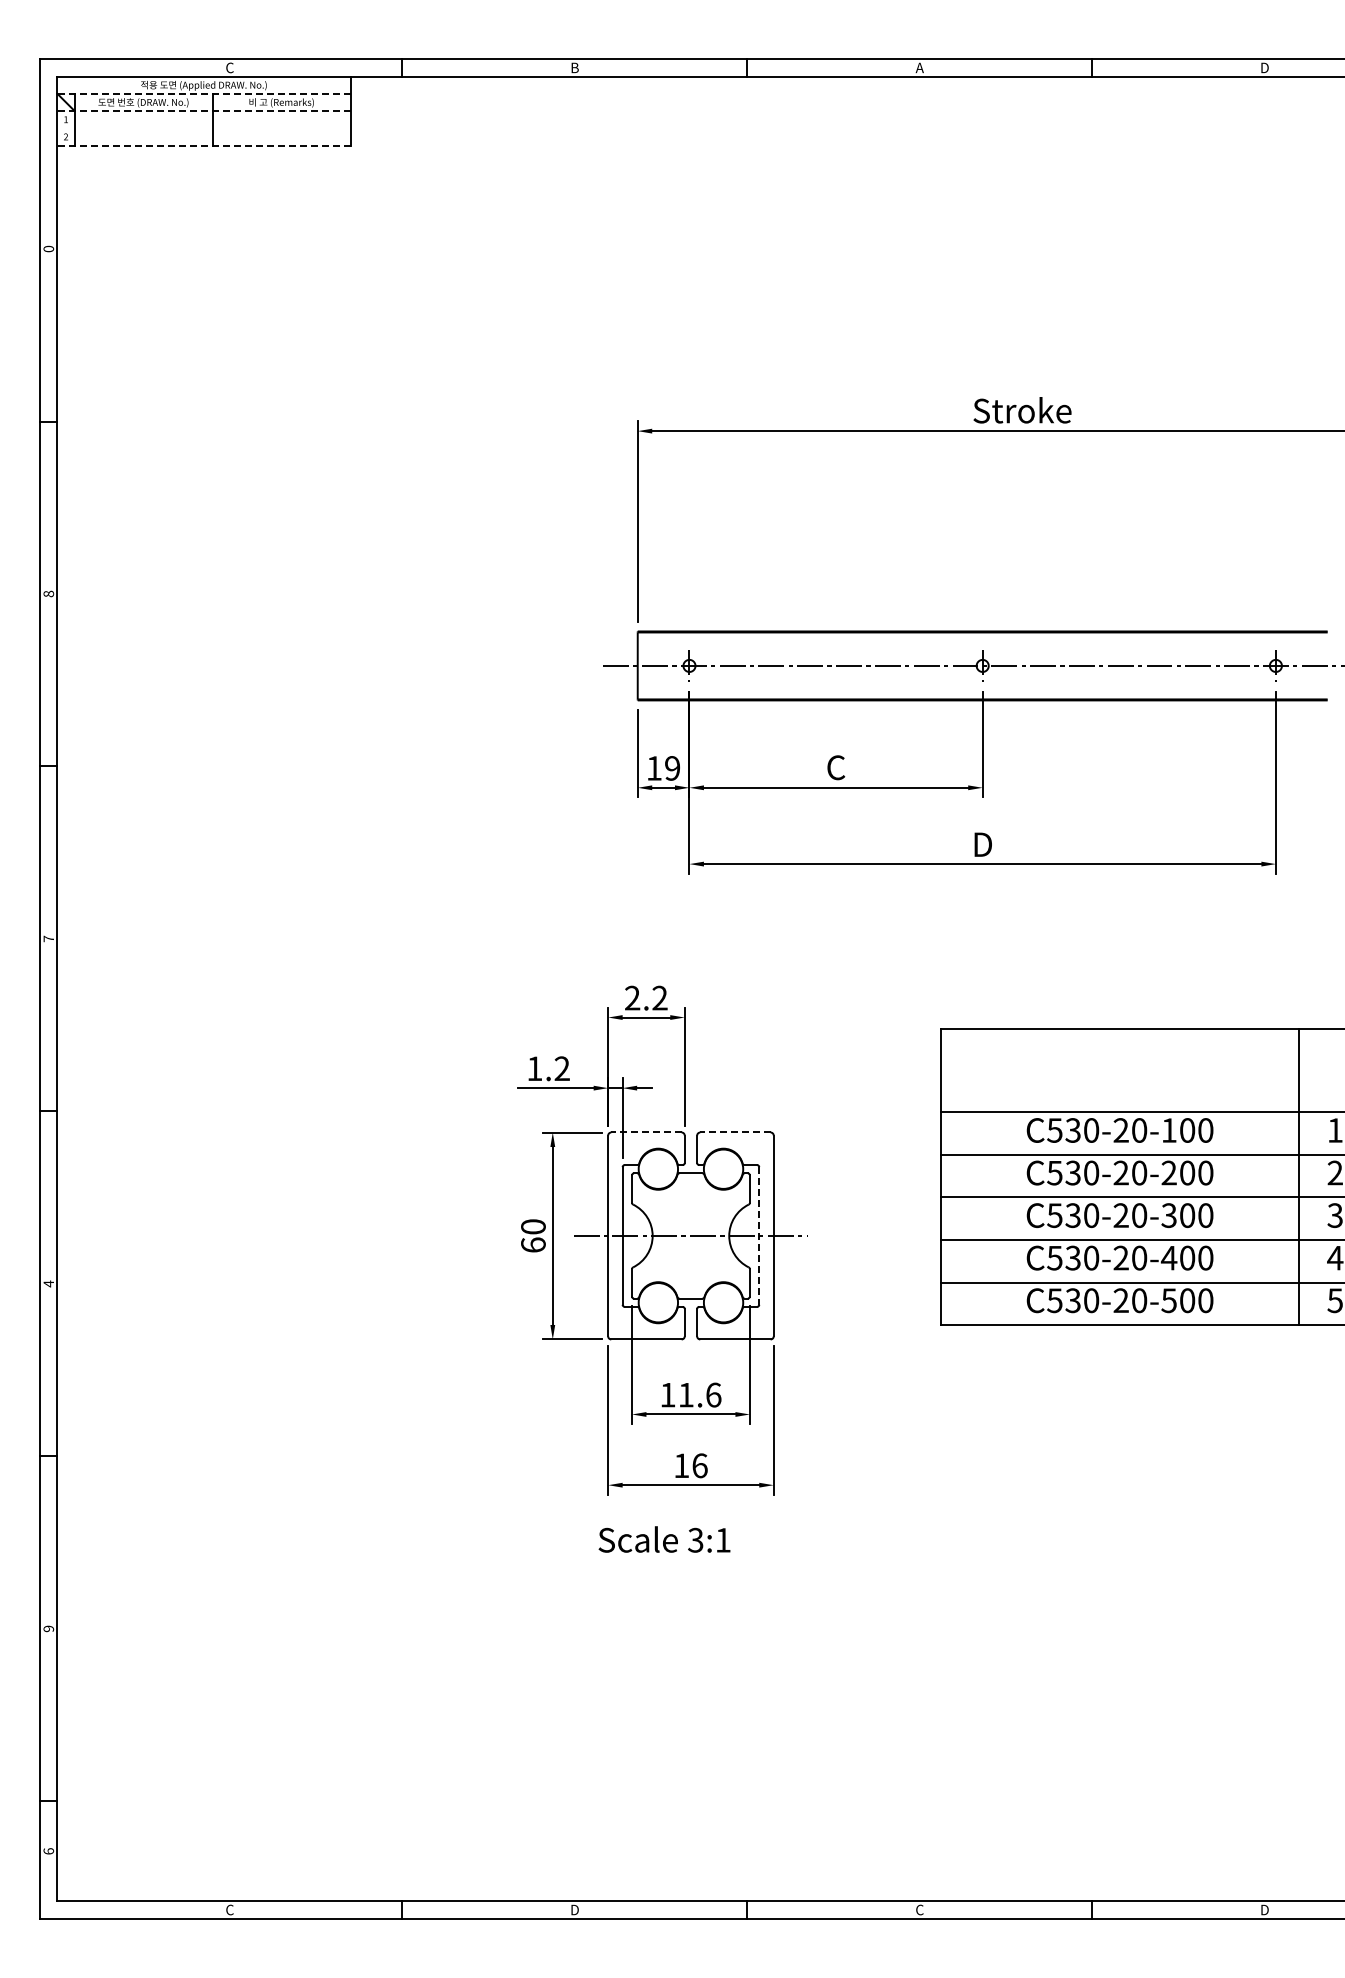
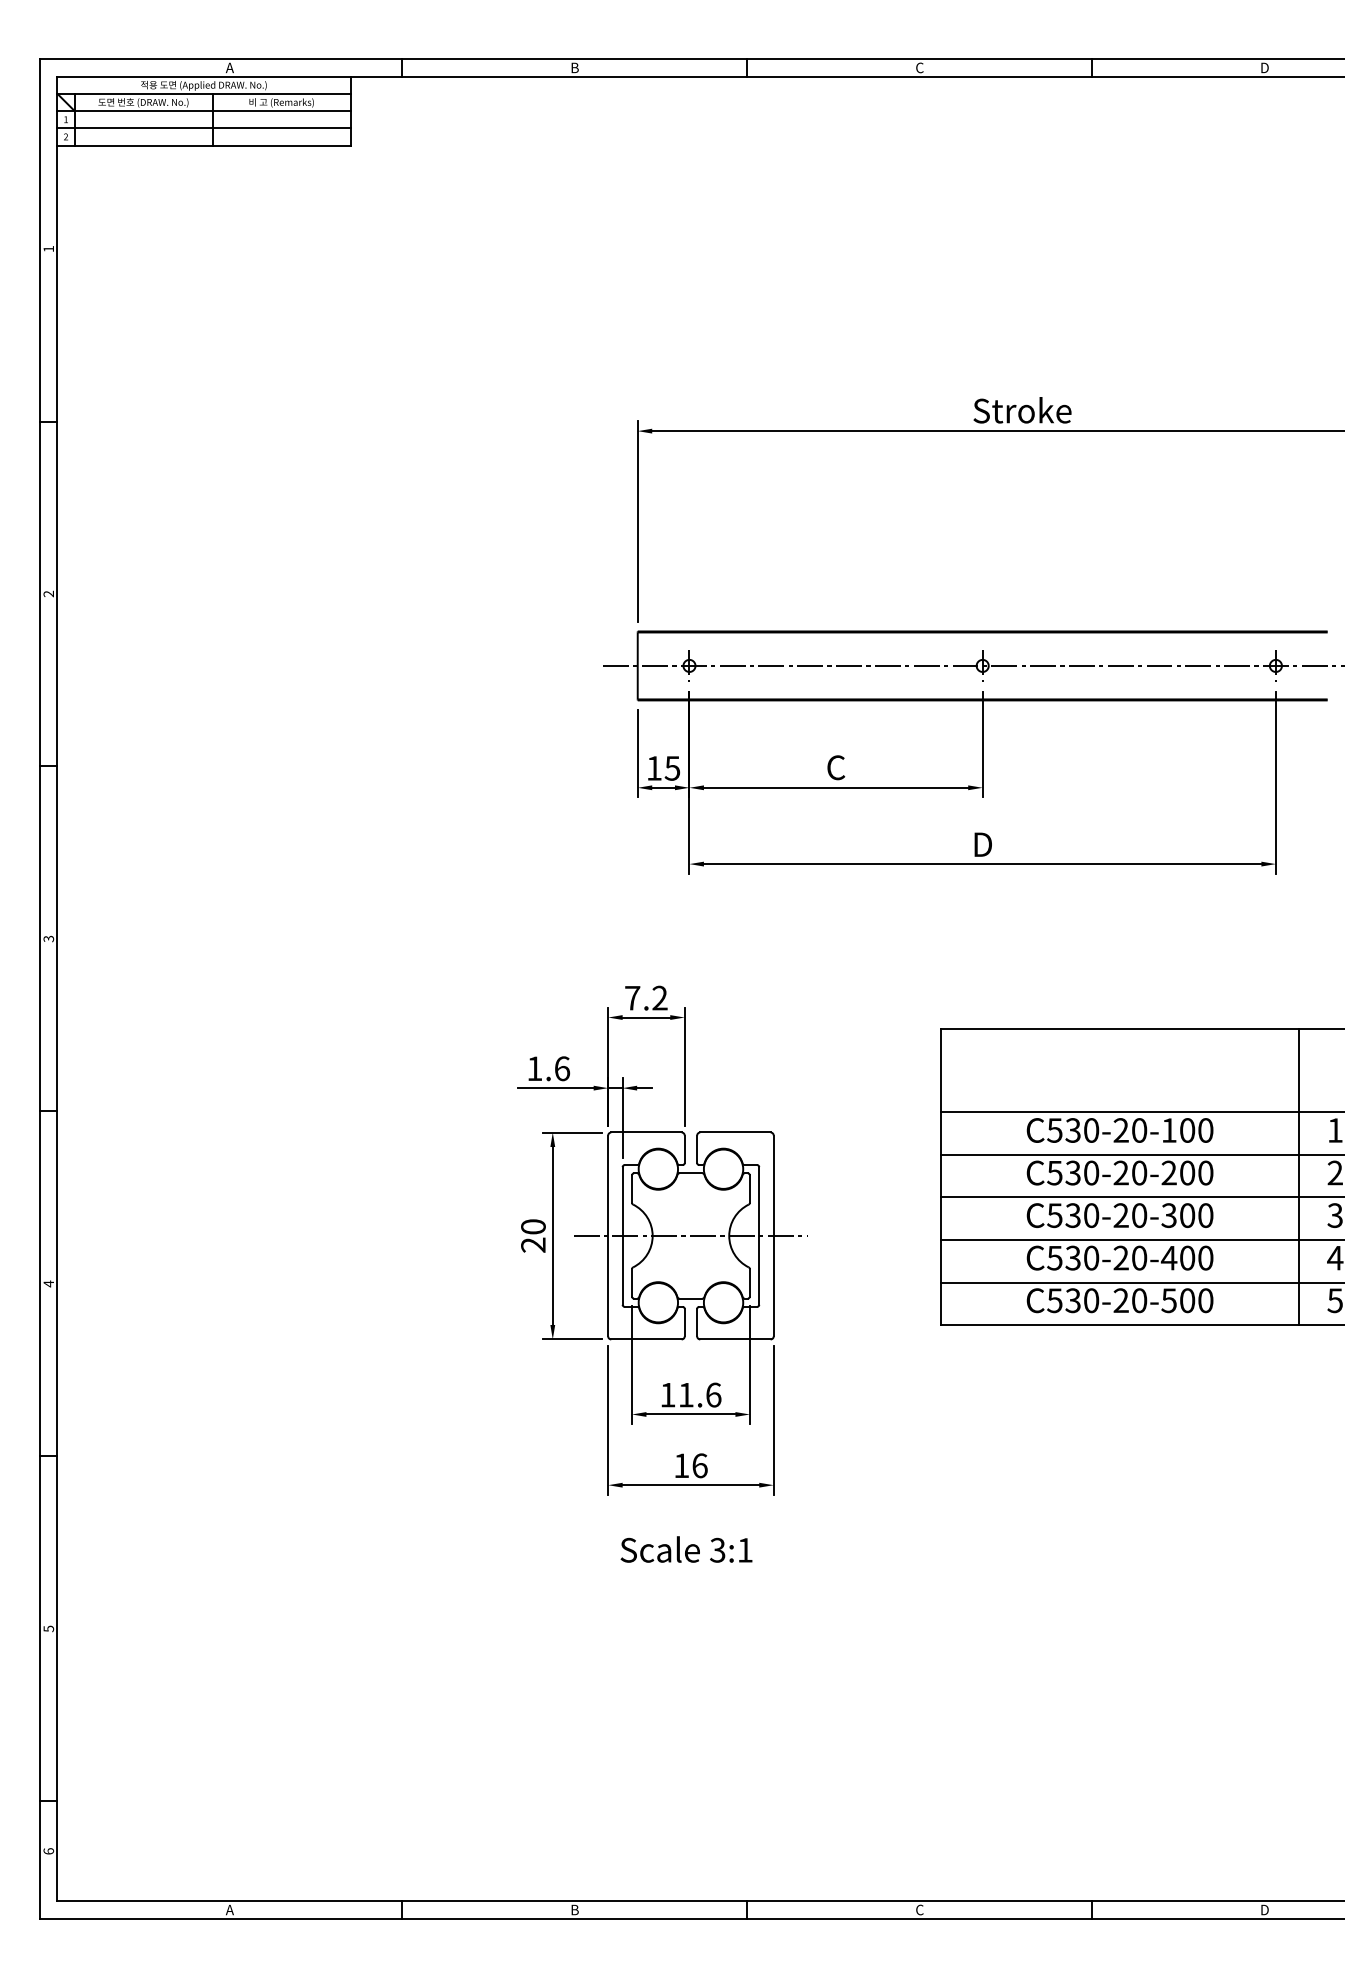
text at (229, 67): C -> A
text at (919, 67): A -> C
line at (204, 93): dashed -> solid
line at (204, 111): dashed -> solid
line at (203, 128): none -> present
line at (204, 145): dashed -> solid
text at (48, 248): 0 -> 1
text at (48, 593): 8 -> 2
text at (672, 768): 19 -> 15
text at (48, 938): 7 -> 3
text at (632, 997): 2.2 -> 7.2
text at (562, 1068): 1.2 -> 1.6
line at (645, 1132): dashed -> solid
line at (734, 1132): dashed -> solid
line at (759, 1235): dashed -> solid
text at (533, 1244): 60 -> 20
text at (664, 1539) position: (664, 1539) -> (686, 1549)
text at (48, 1628): 9 -> 5
text at (229, 1909): C -> A
text at (574, 1910): D -> B
